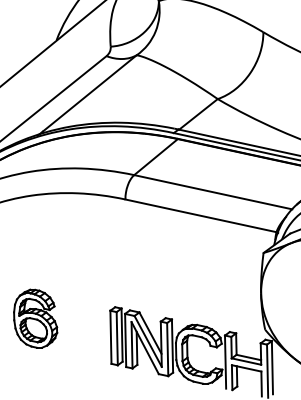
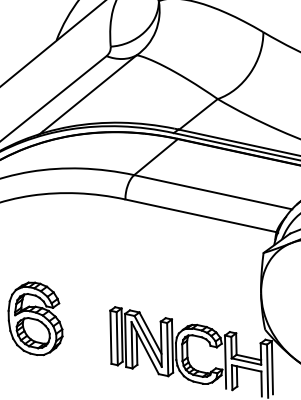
part at (35, 318) size: 46x61 px -> 57x76 px
